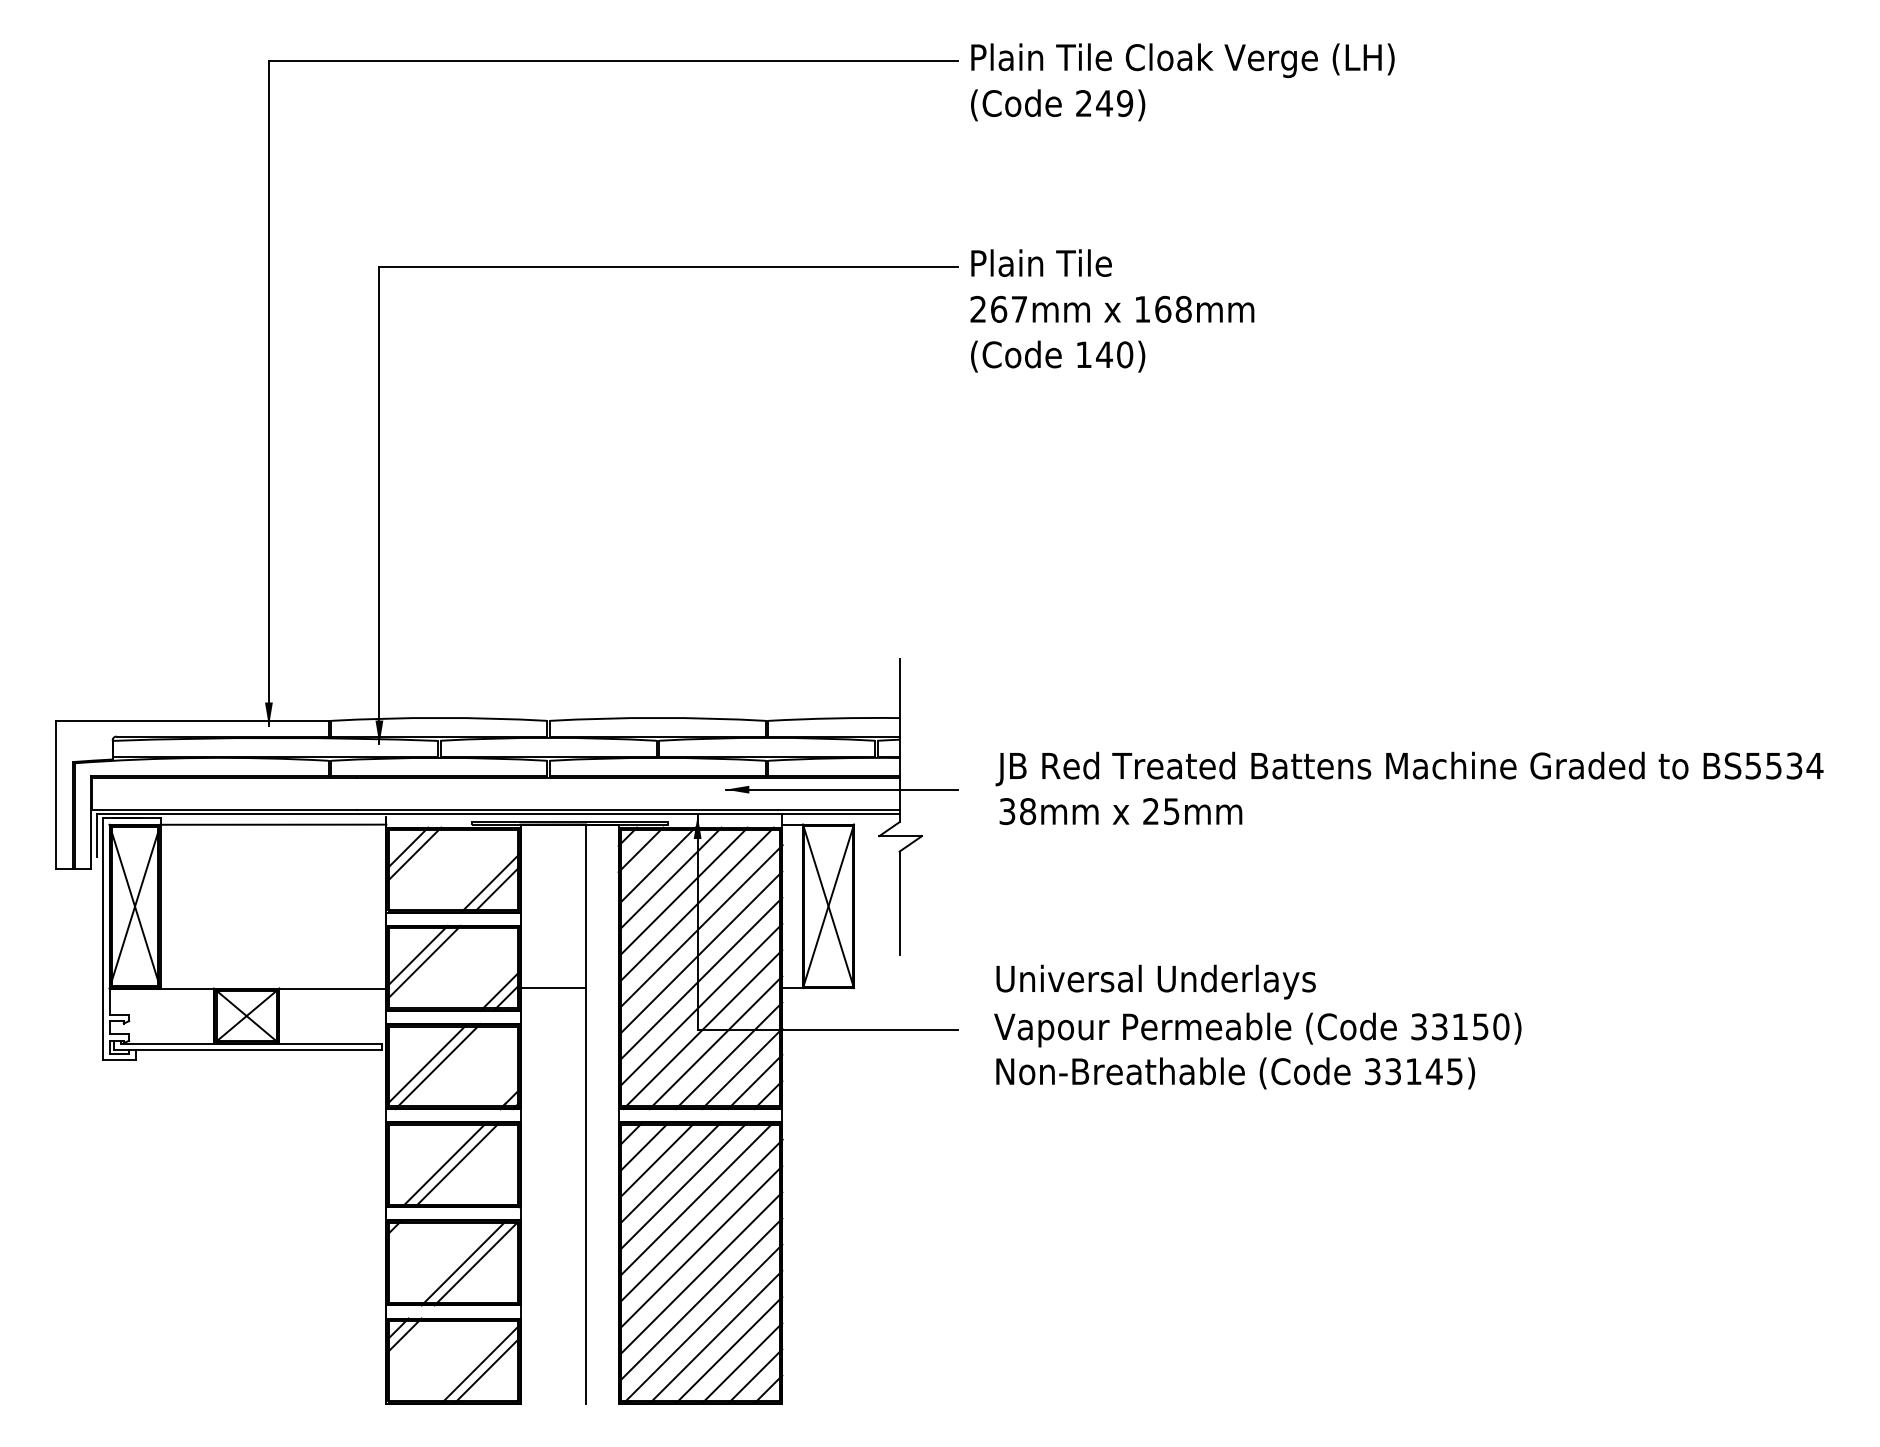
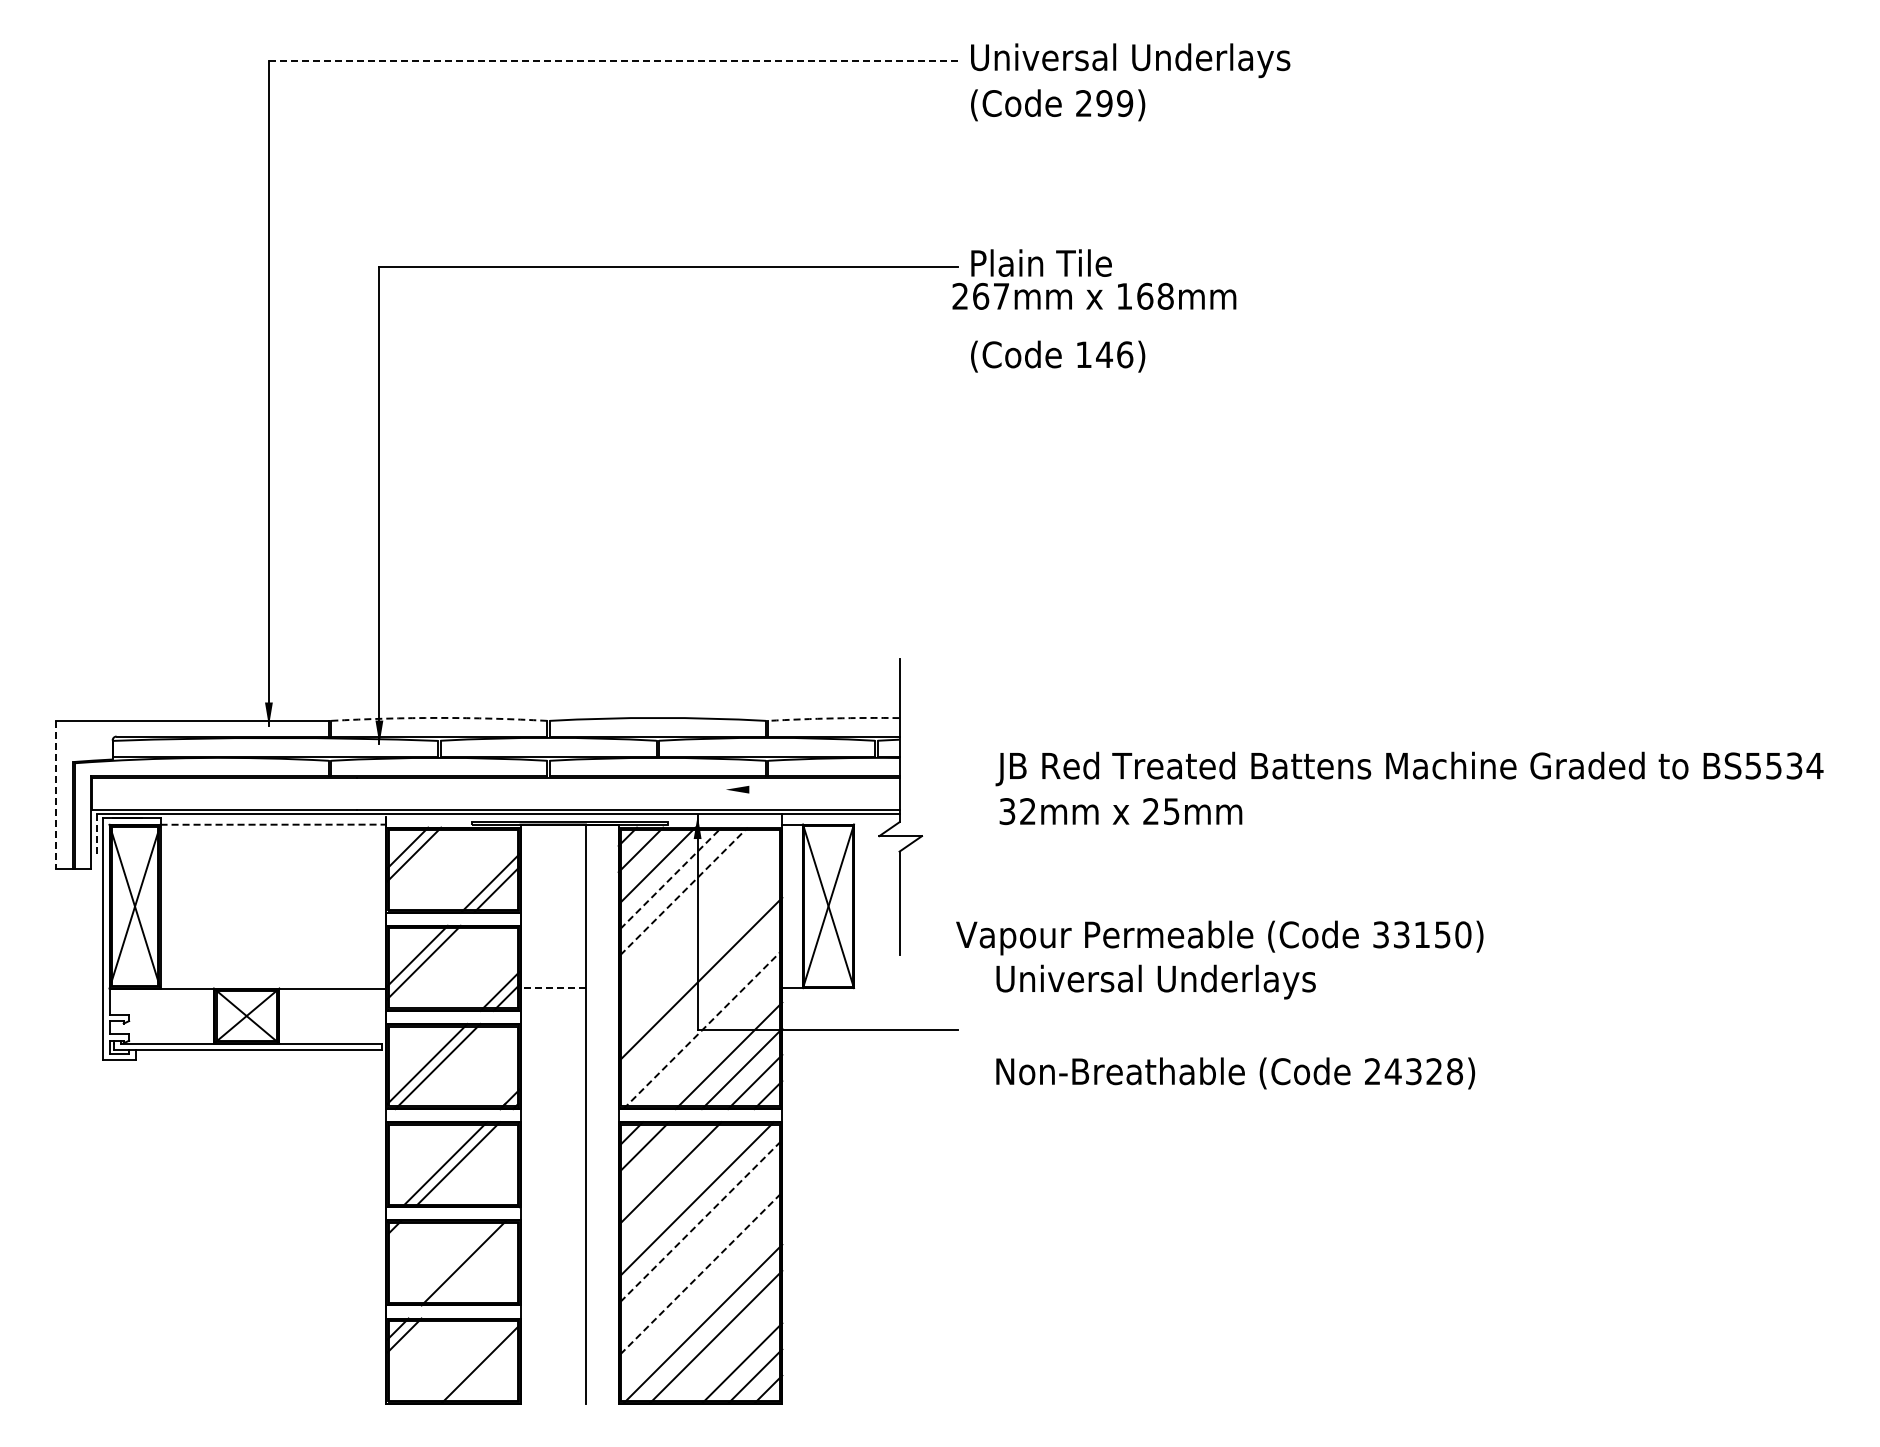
line at (612, 60): solid -> dashed
text at (1182, 60): Plain Tile Cloak Verge (LH) -> Universal Underlays
text at (1104, 103): 249) -> 299)
text at (1112, 309) position: (1112, 309) -> (1094, 296)
text at (1125, 354): 140) -> 146)
arc at (439, 717): solid -> dashed
arc at (833, 718): solid -> dashed
line at (841, 789): present -> none
line at (56, 794): solid -> dashed
text at (1028, 811): 38mm -> 32mm
line at (273, 824): solid -> dashed
line at (96, 836): solid -> dashed
line at (670, 878): solid -> dashed
line at (684, 891): solid -> dashed
line at (696, 904): present -> none
line at (701, 926): present -> none
line at (701, 952): present -> none
line at (553, 988): solid -> dashed
line at (701, 1004): present -> none
line at (703, 1029): solid -> dashed
text at (1257, 1029) position: (1257, 1029) -> (1219, 937)
line at (715, 1042): present -> none
text at (1414, 1071): 33145) -> 24328)
line at (657, 1159): present -> none
line at (683, 1185): present -> none
line at (701, 1220): solid -> dashed
line at (701, 1247): present -> none
line at (475, 1263): present -> none
line at (701, 1273): solid -> dashed
line at (701, 1299): present -> none
line at (728, 1350): present -> none
line at (485, 1371): present -> none
